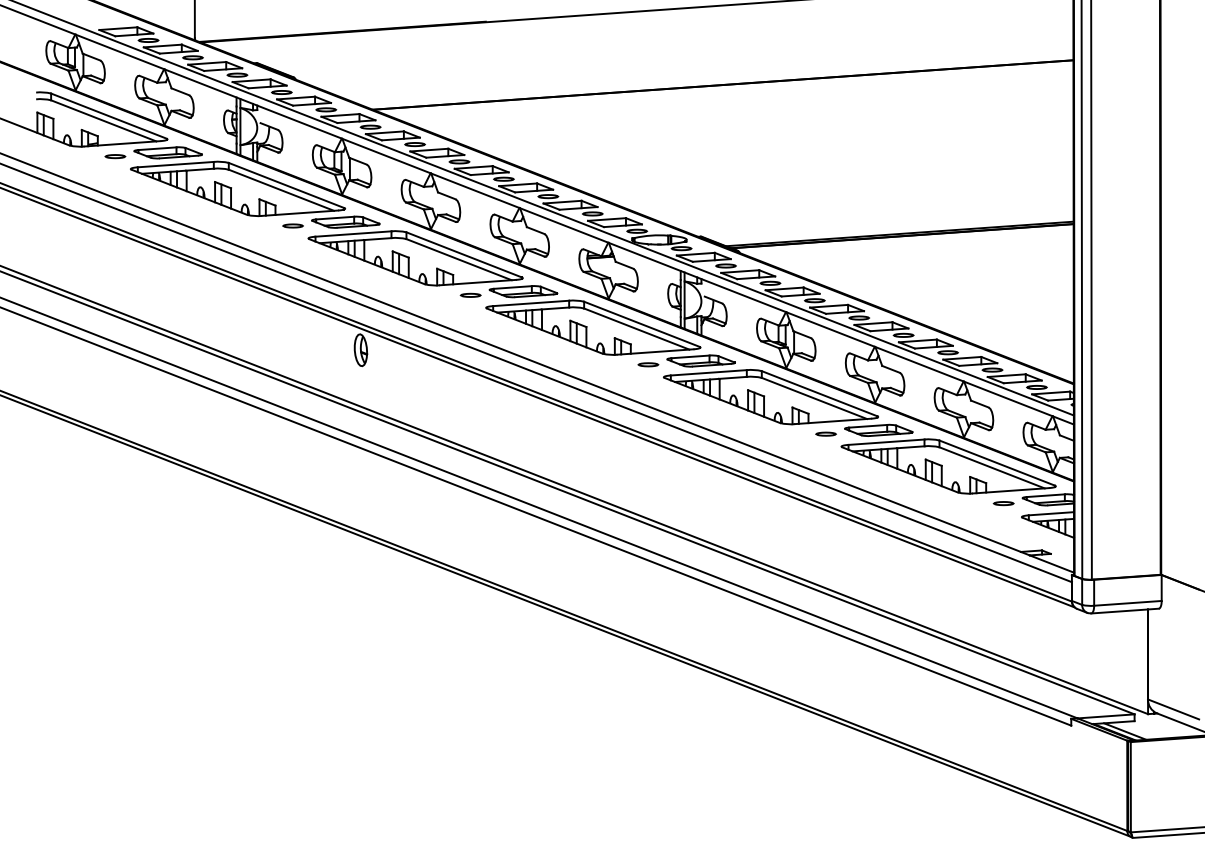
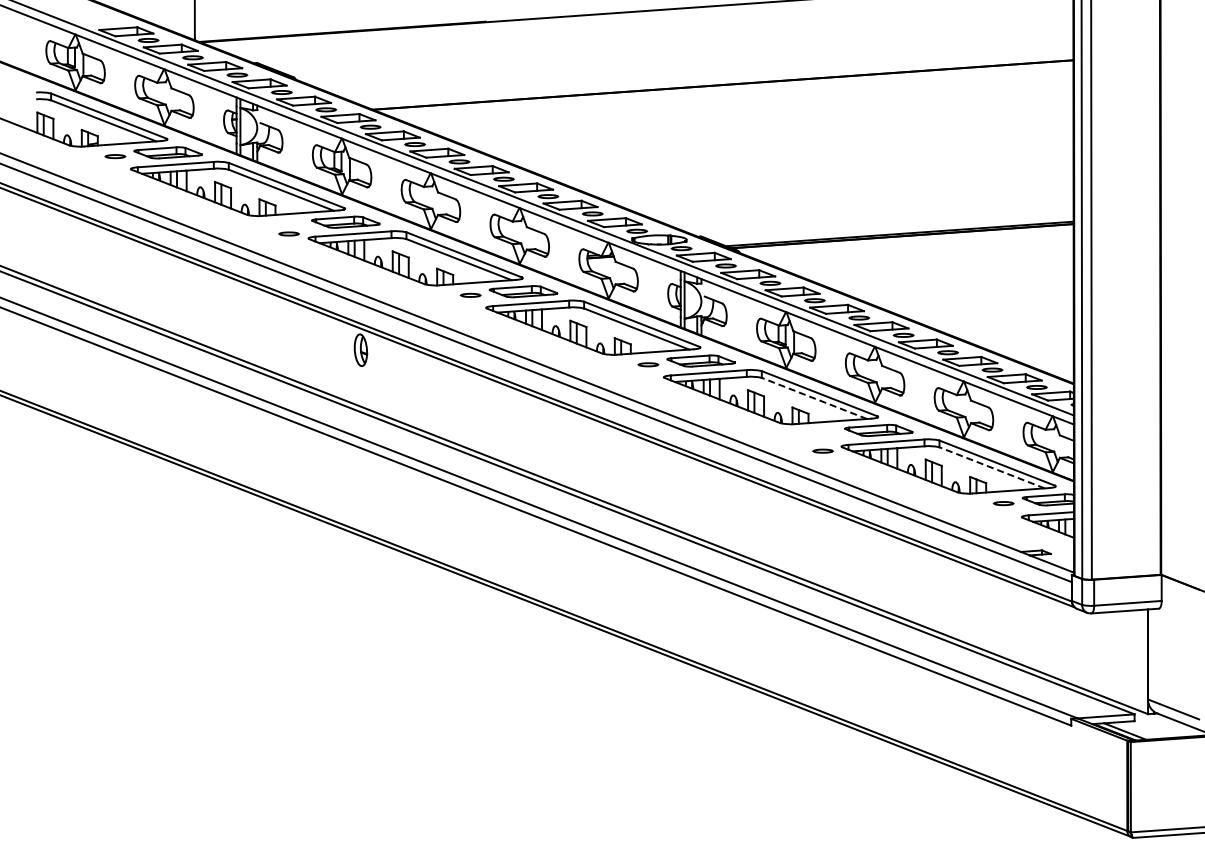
part at (292, 225) position: (292, 225) -> (288, 233)
line at (813, 398): solid -> dashed
part at (825, 433) position: (825, 433) -> (822, 450)
line at (991, 467): solid -> dashed
